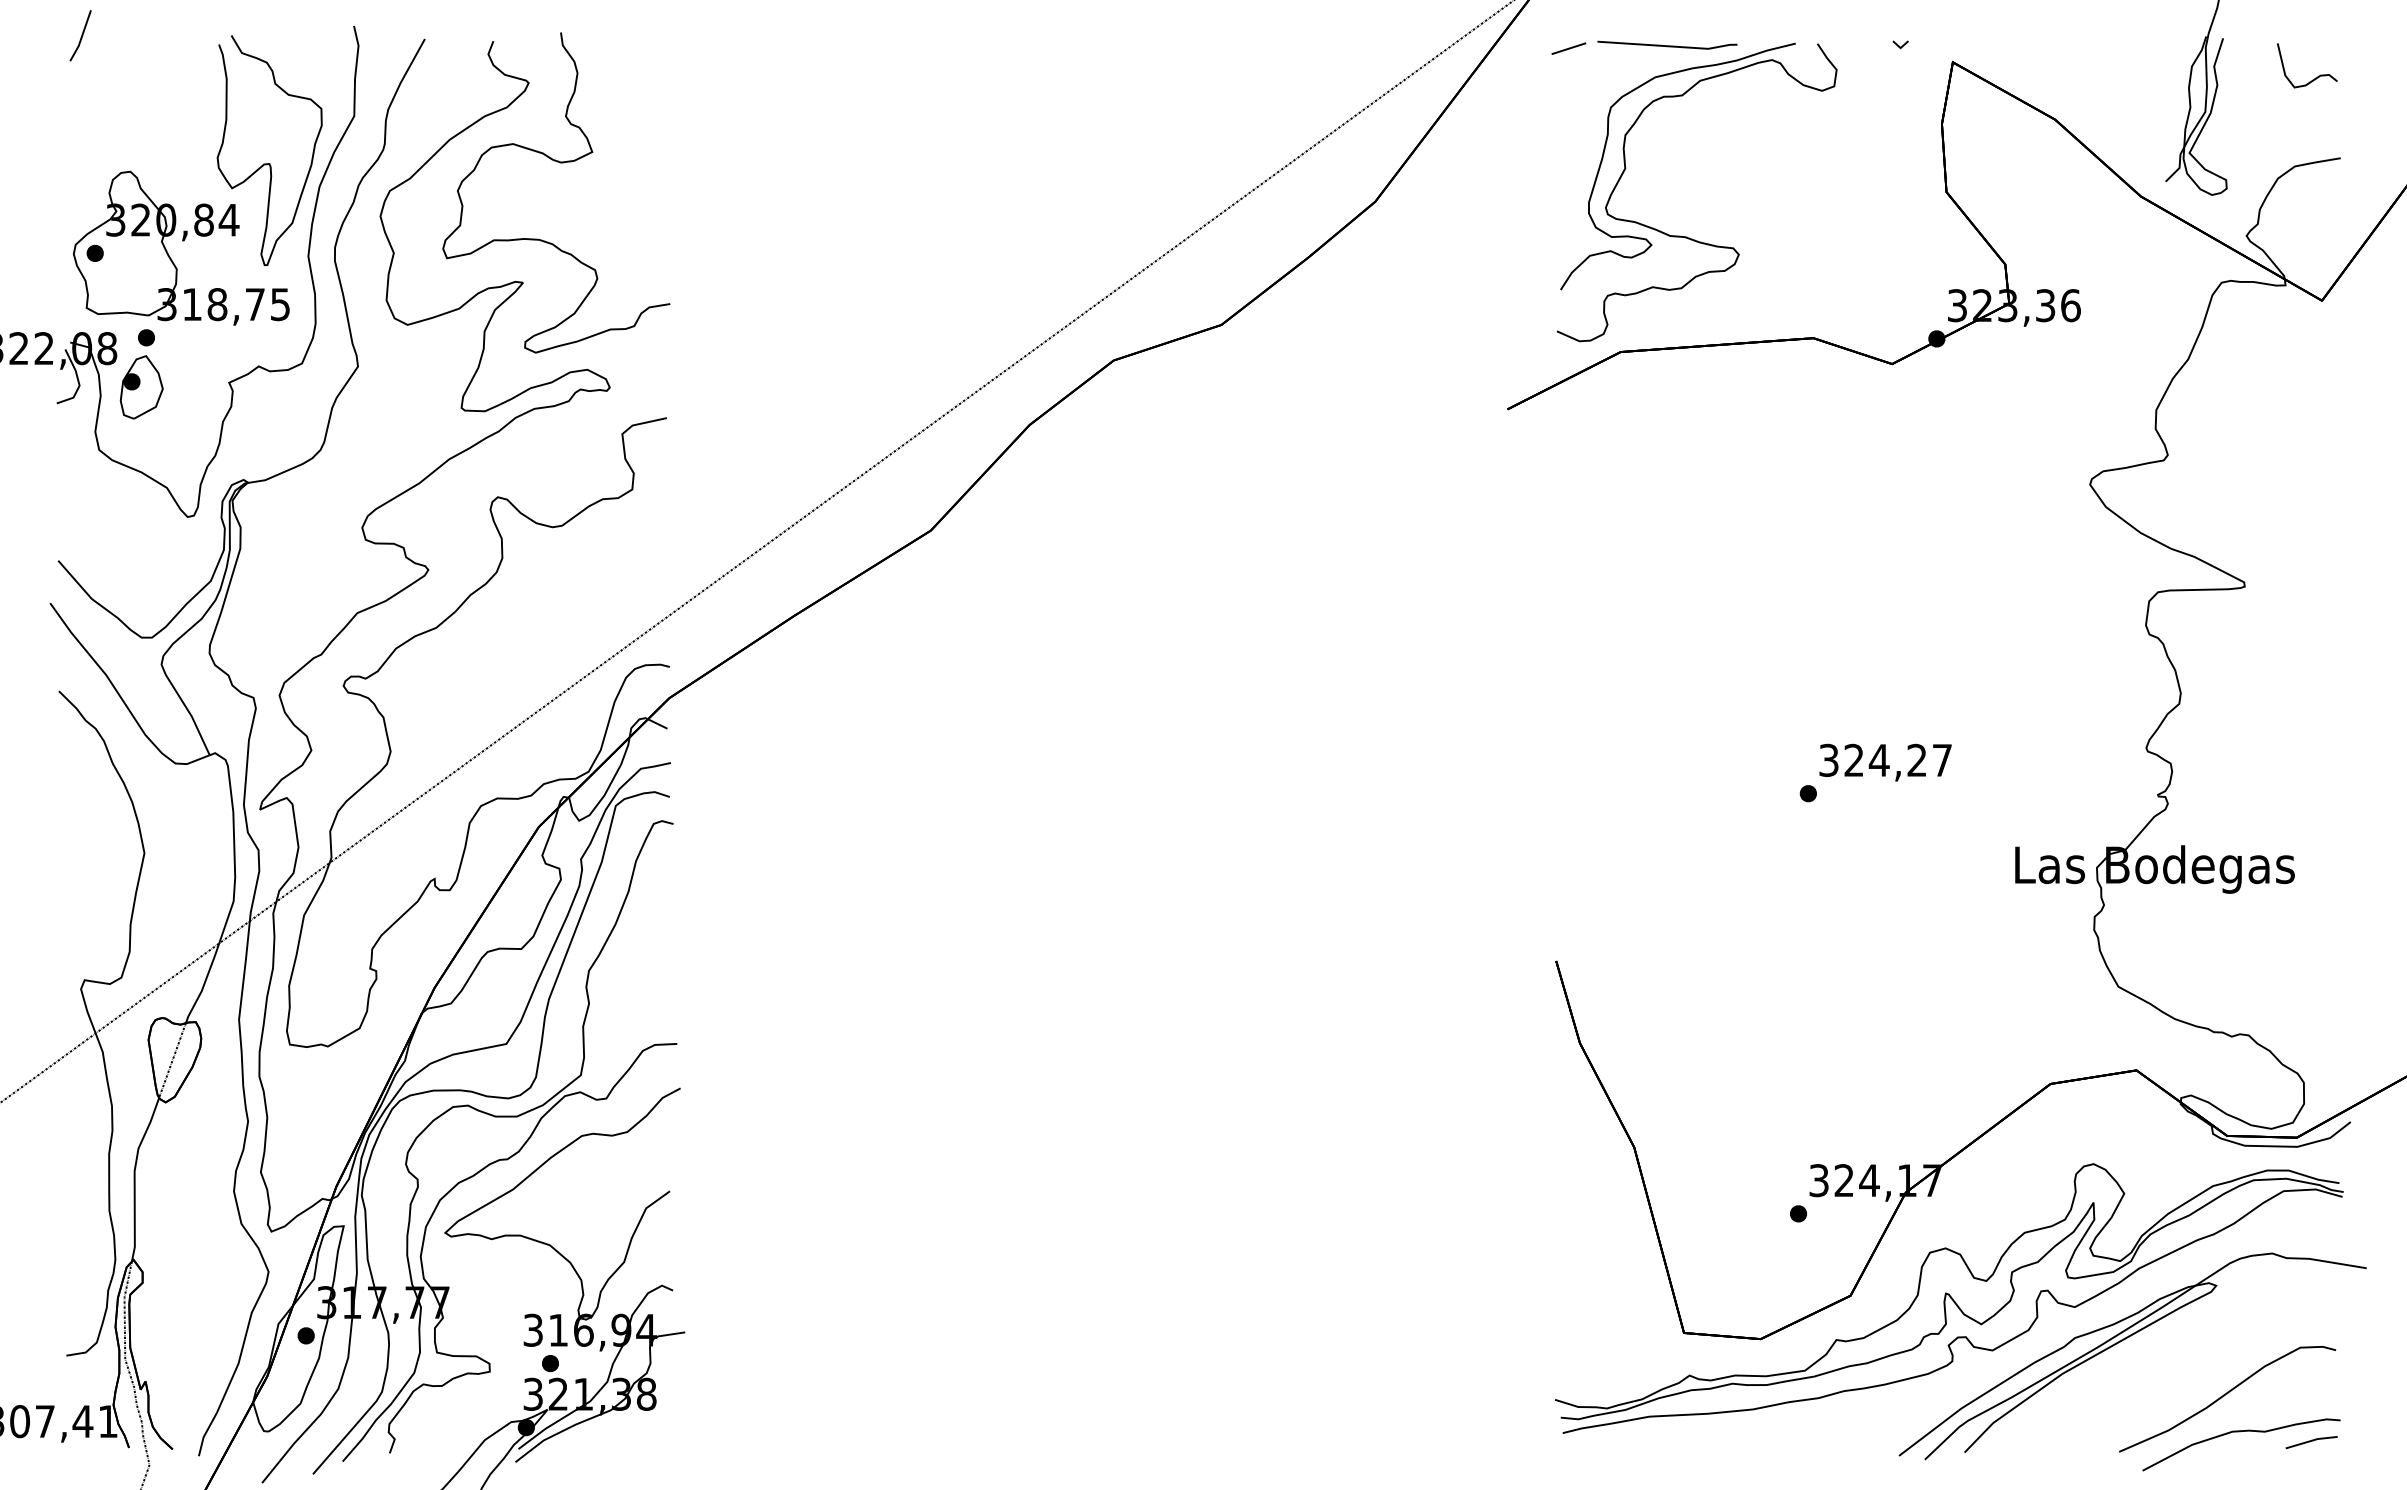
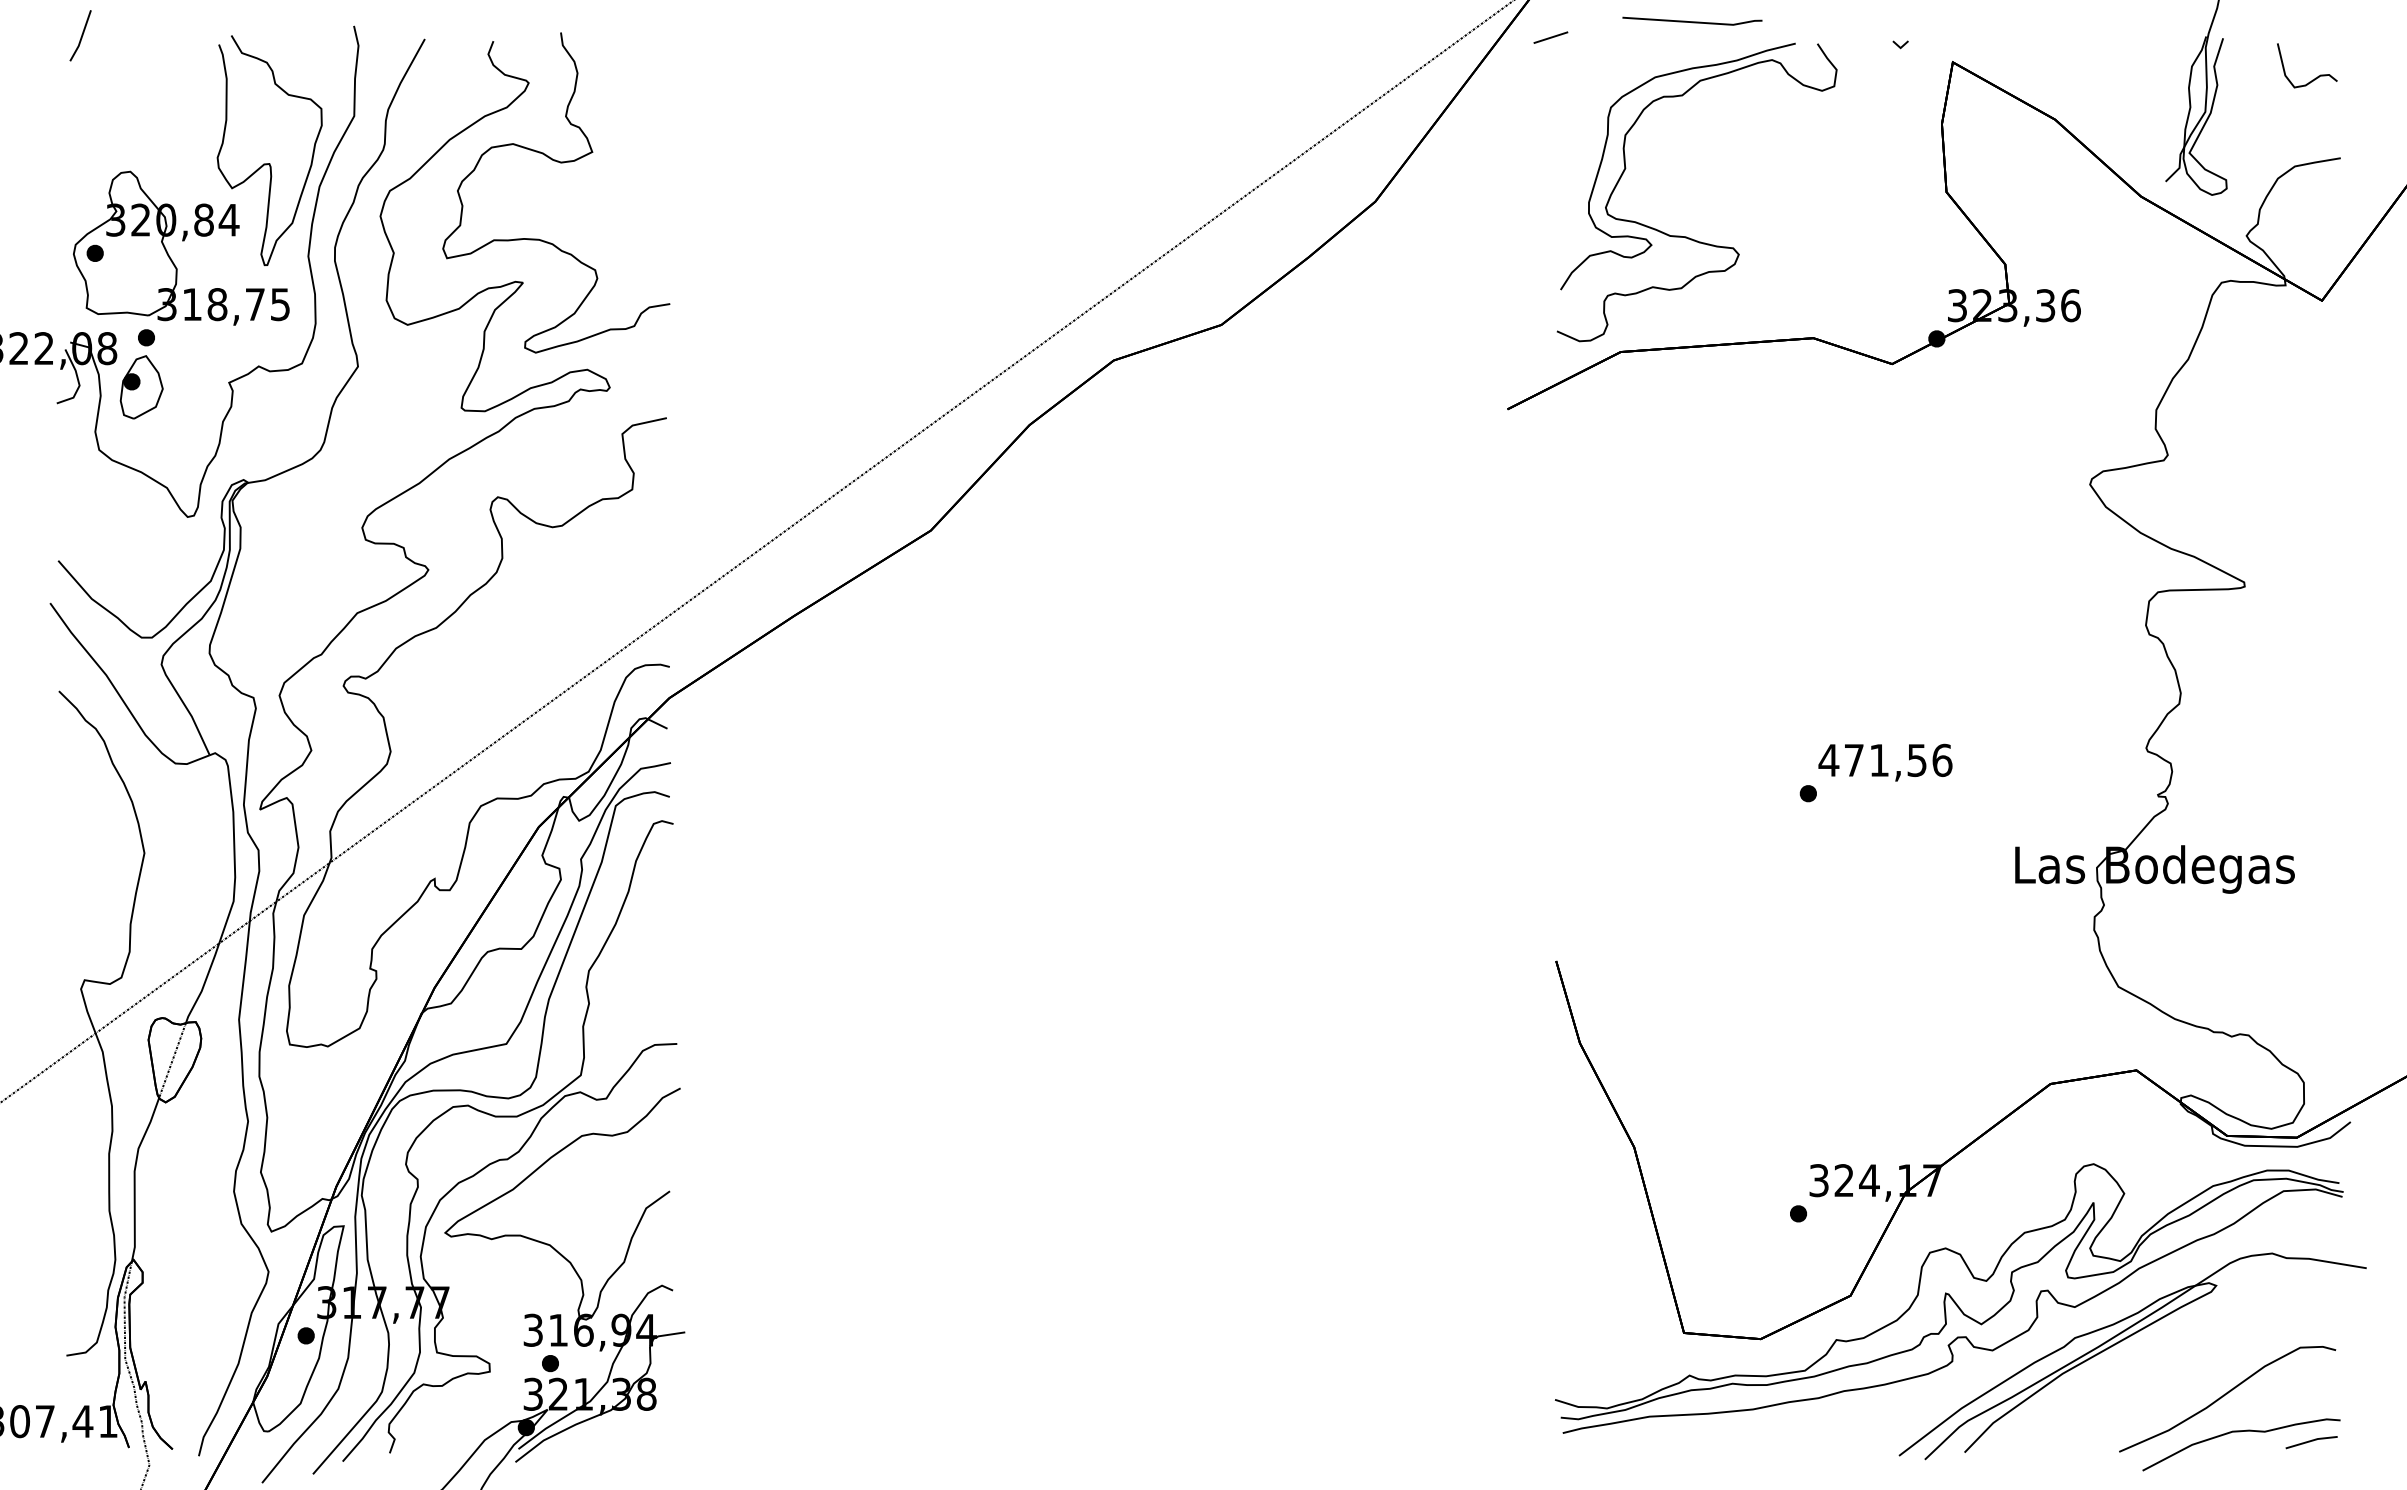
line at (1667, 45) position: (1667, 45) -> (1692, 21)
line at (1568, 48) position: (1568, 48) -> (1550, 37)
text at (1885, 760): 324,27 -> 471,56
